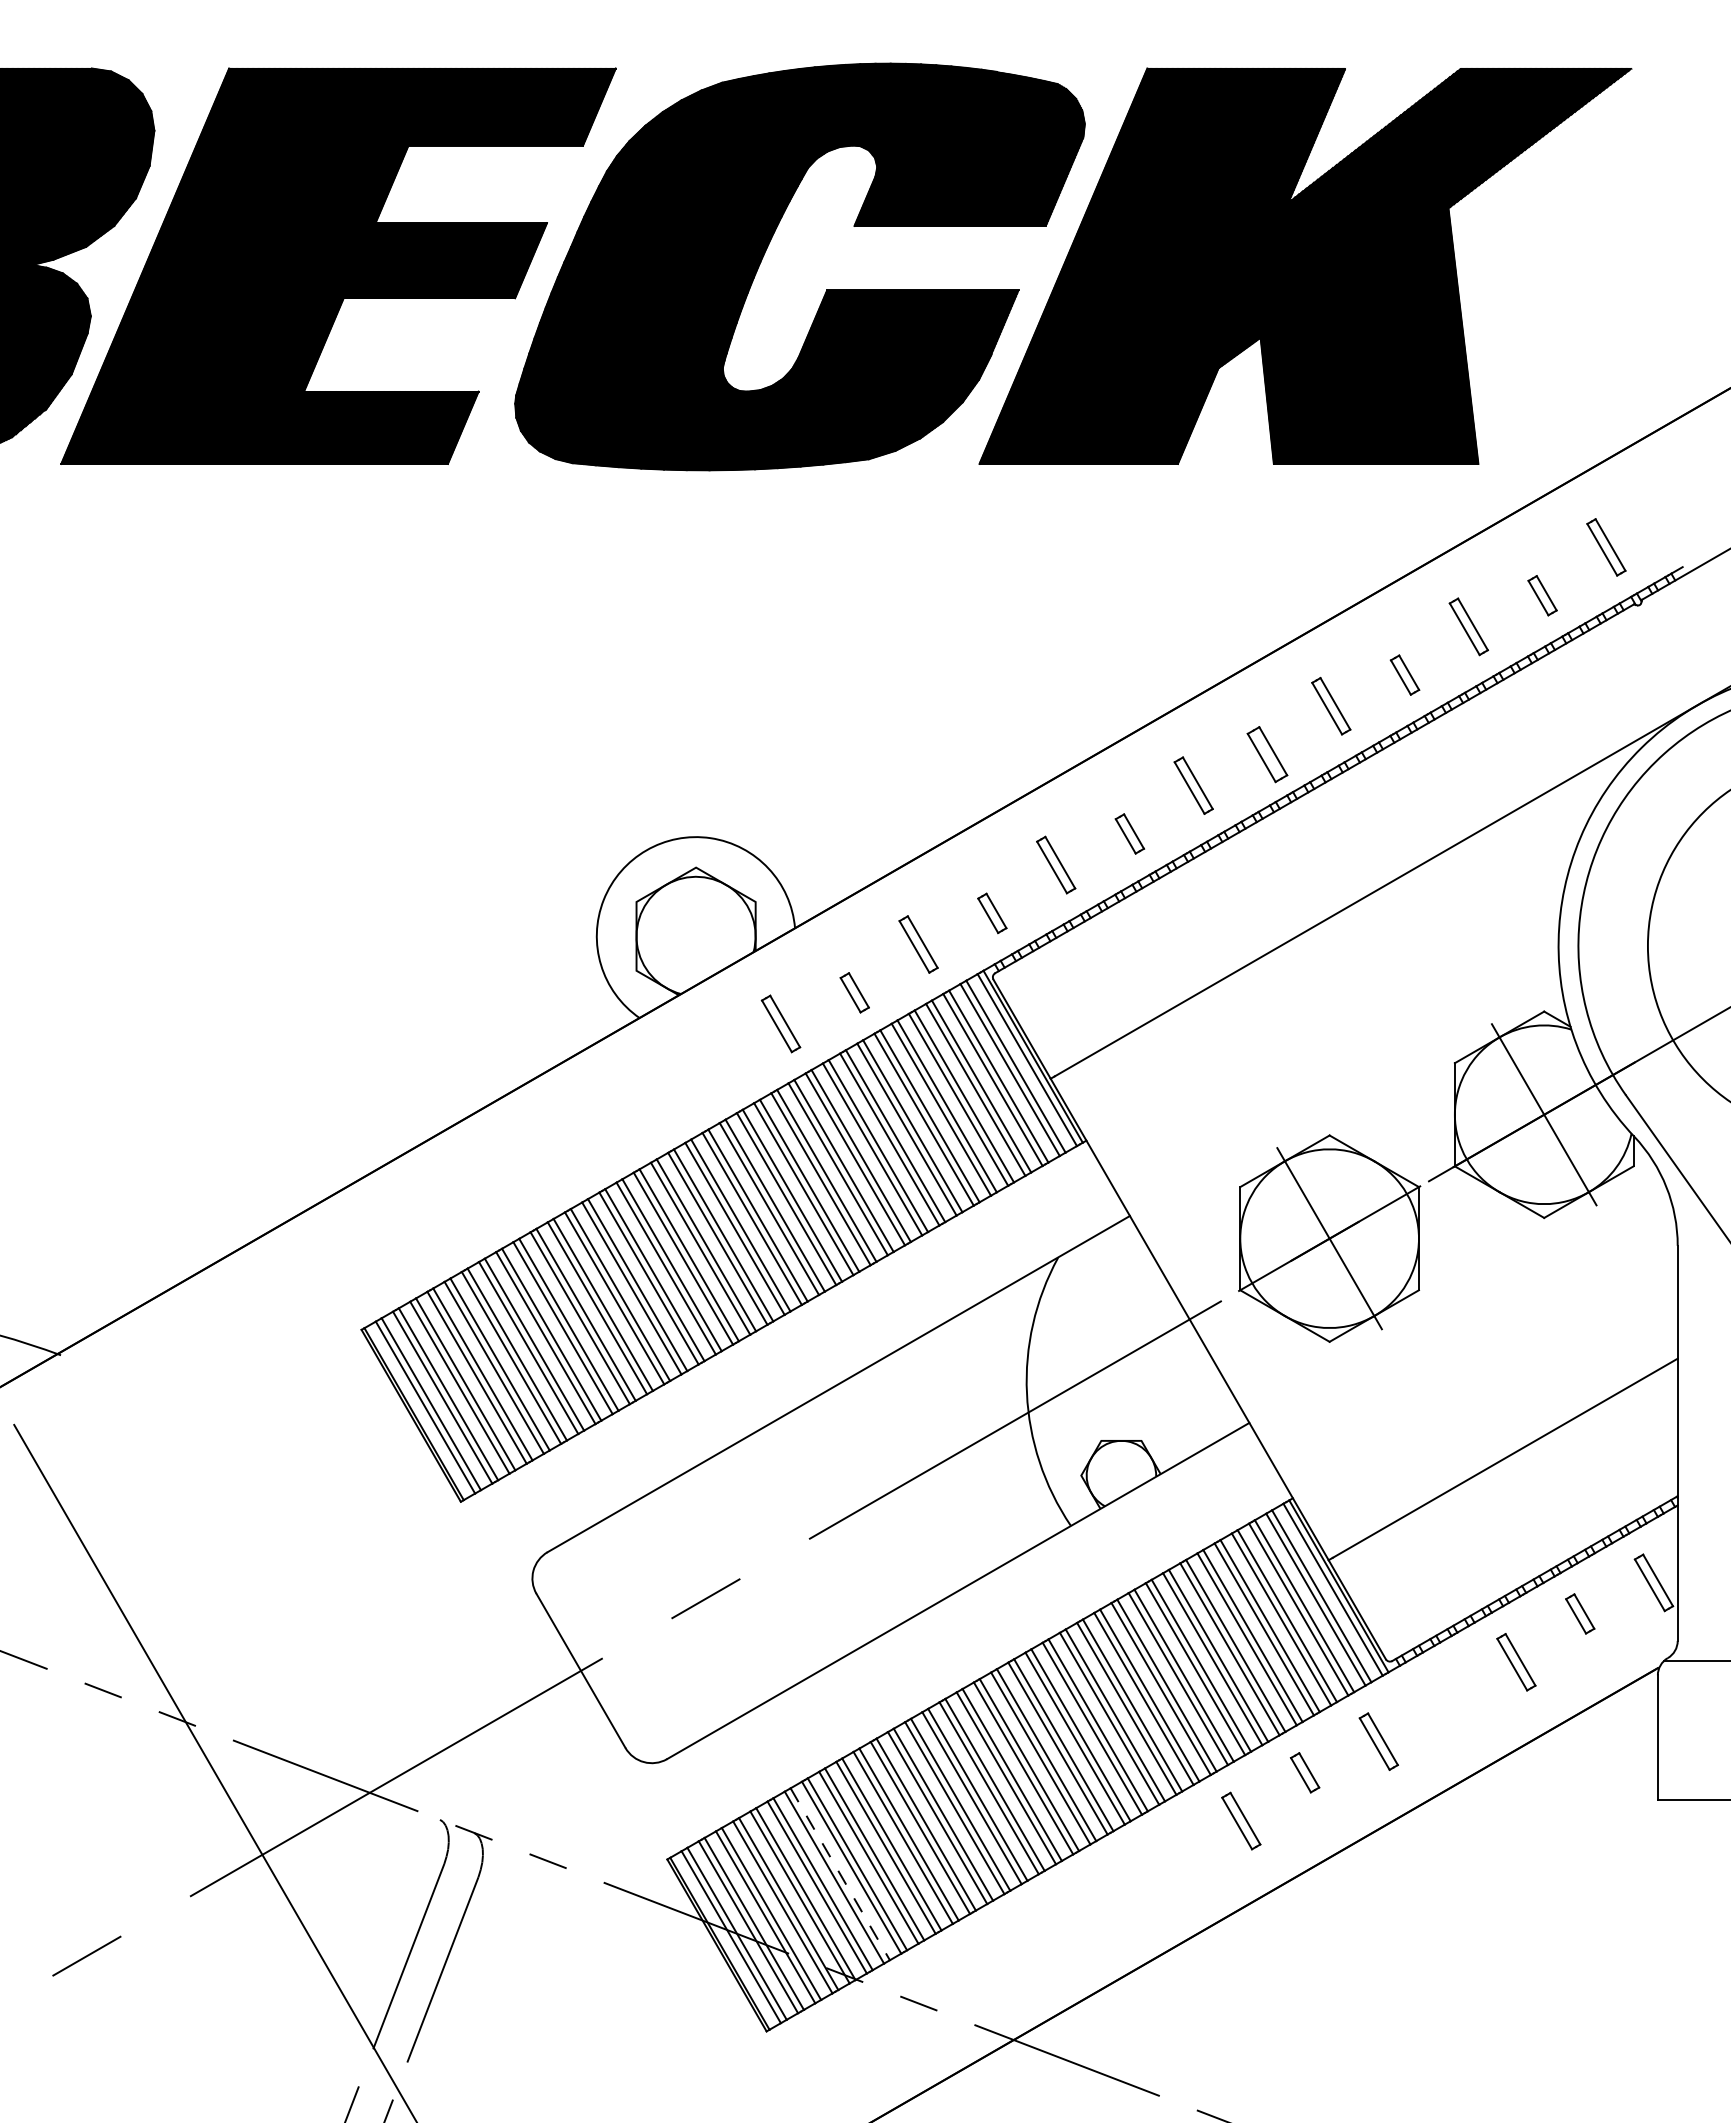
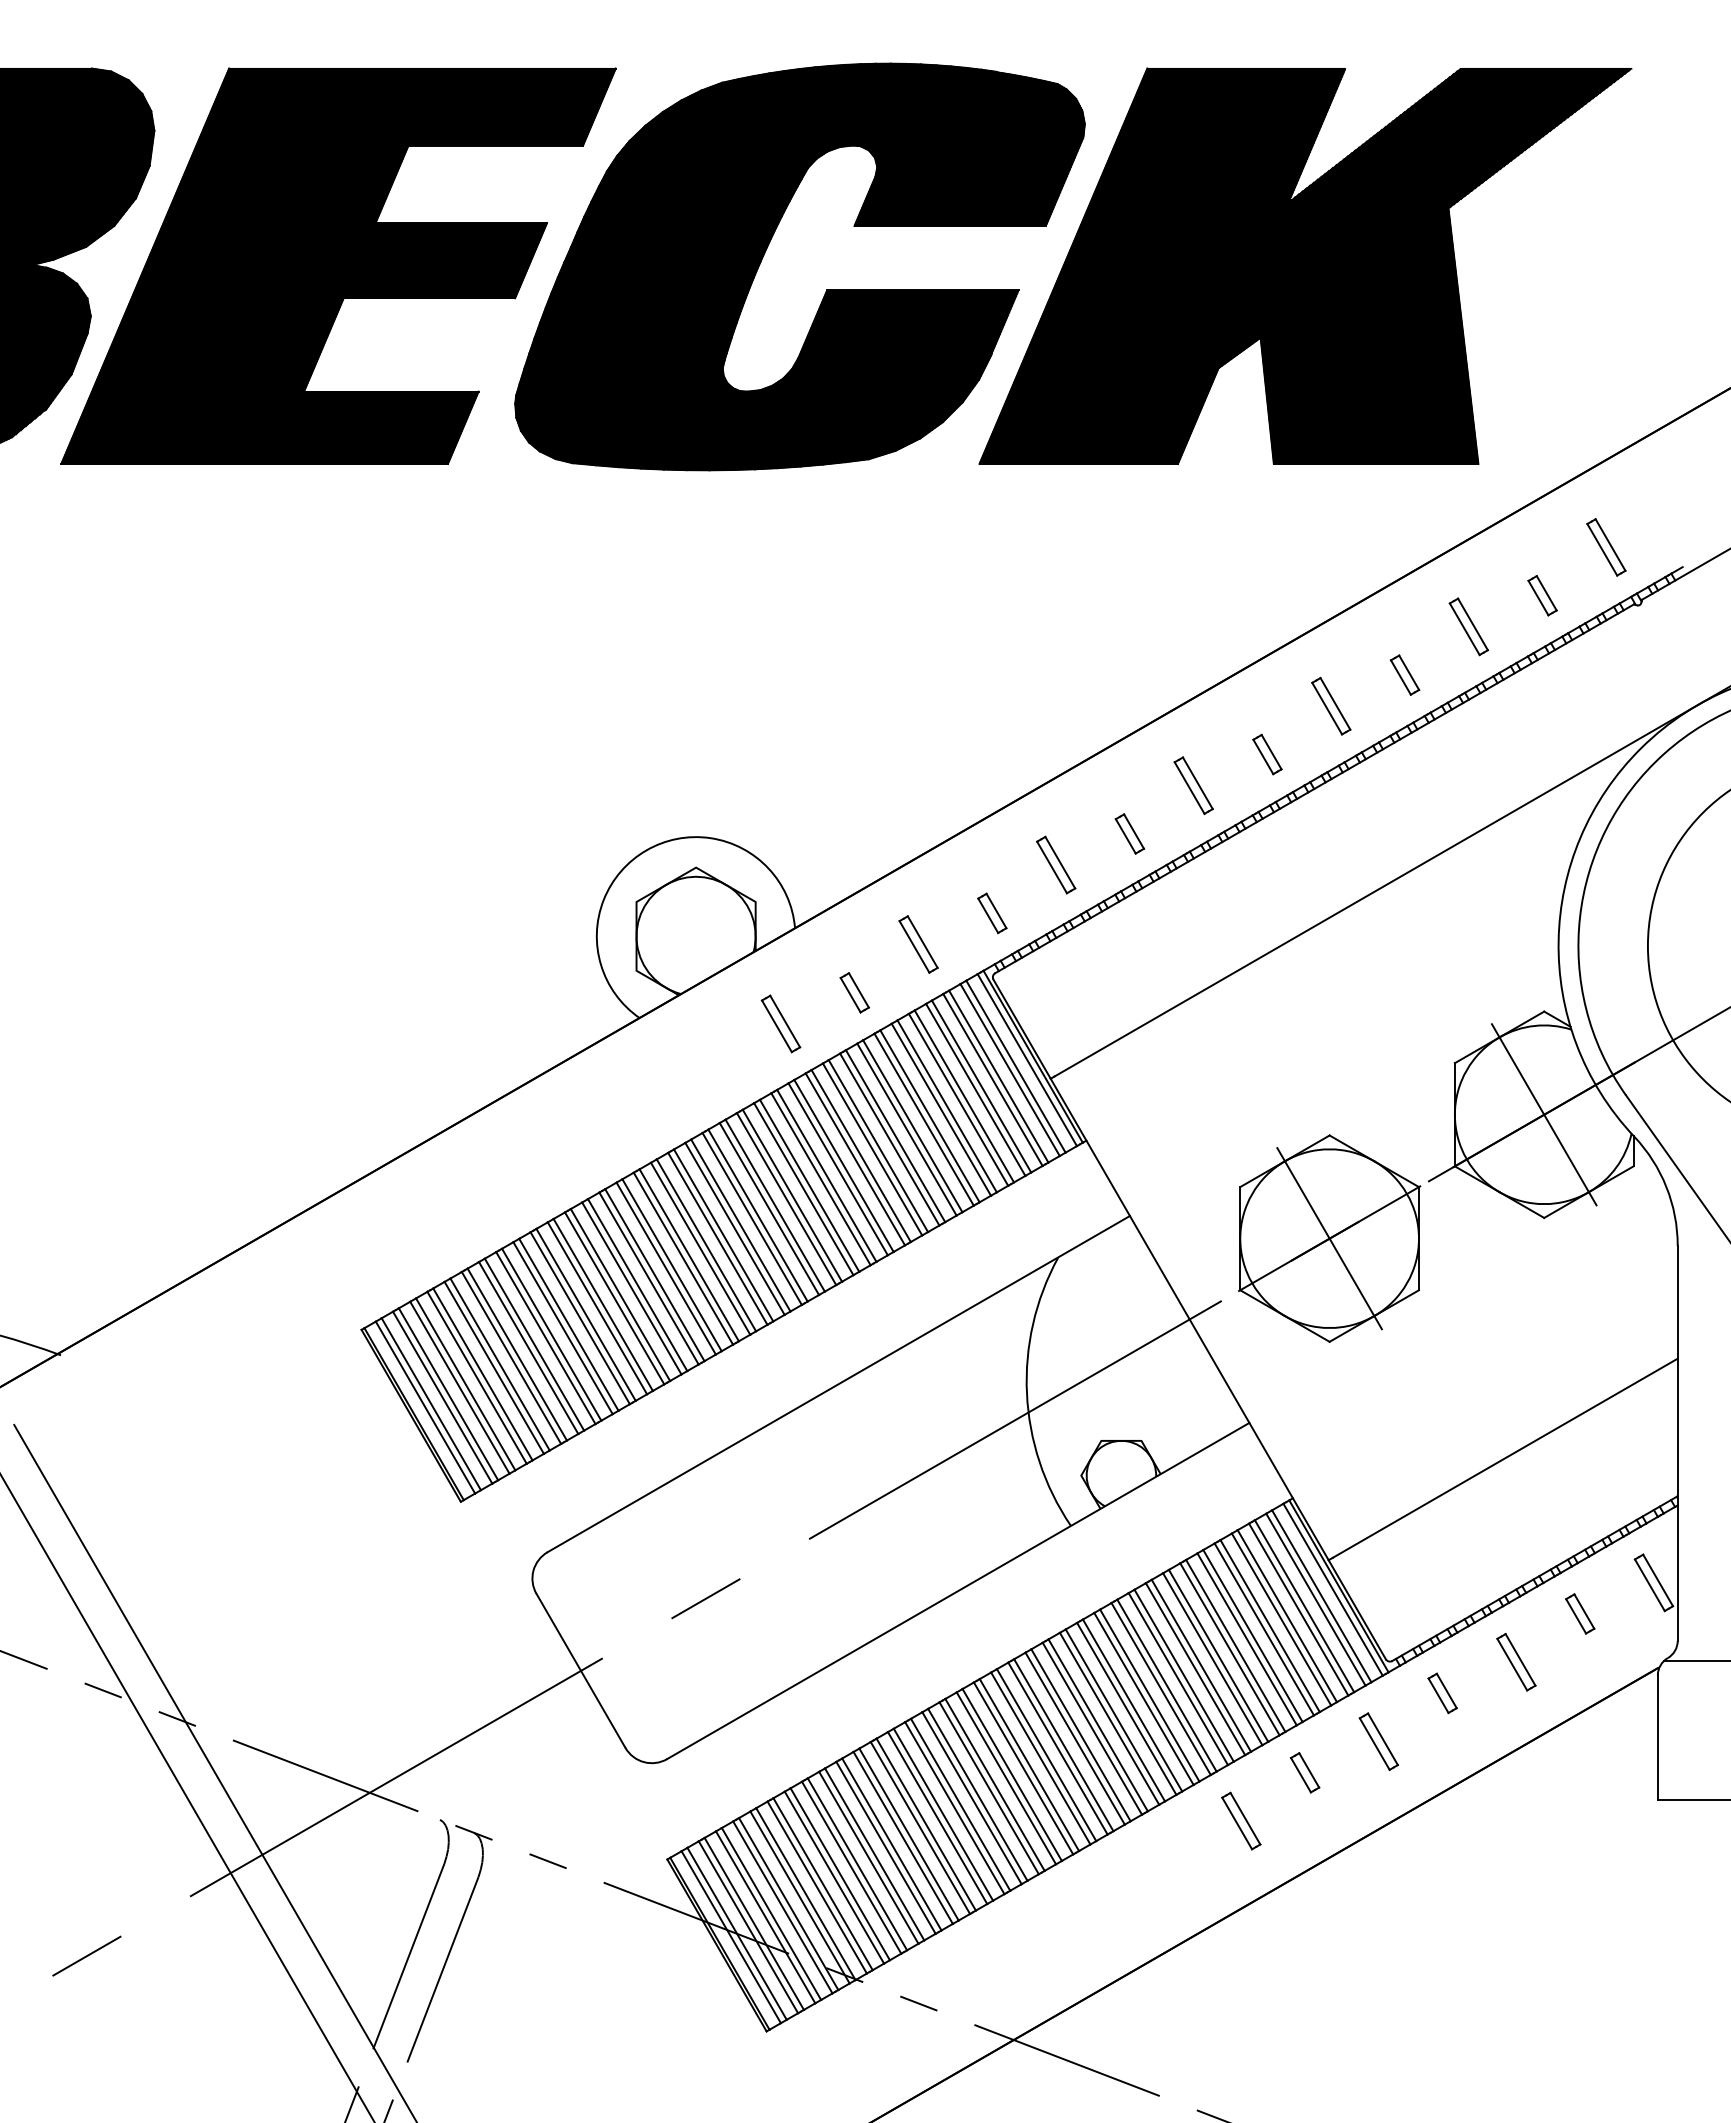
part at (1267, 754) size: 43x58 px -> 31x43 px
part at (1442, 1693): none -> present
line at (187, 1798): none -> present
line at (840, 1874): dashed -> solid
